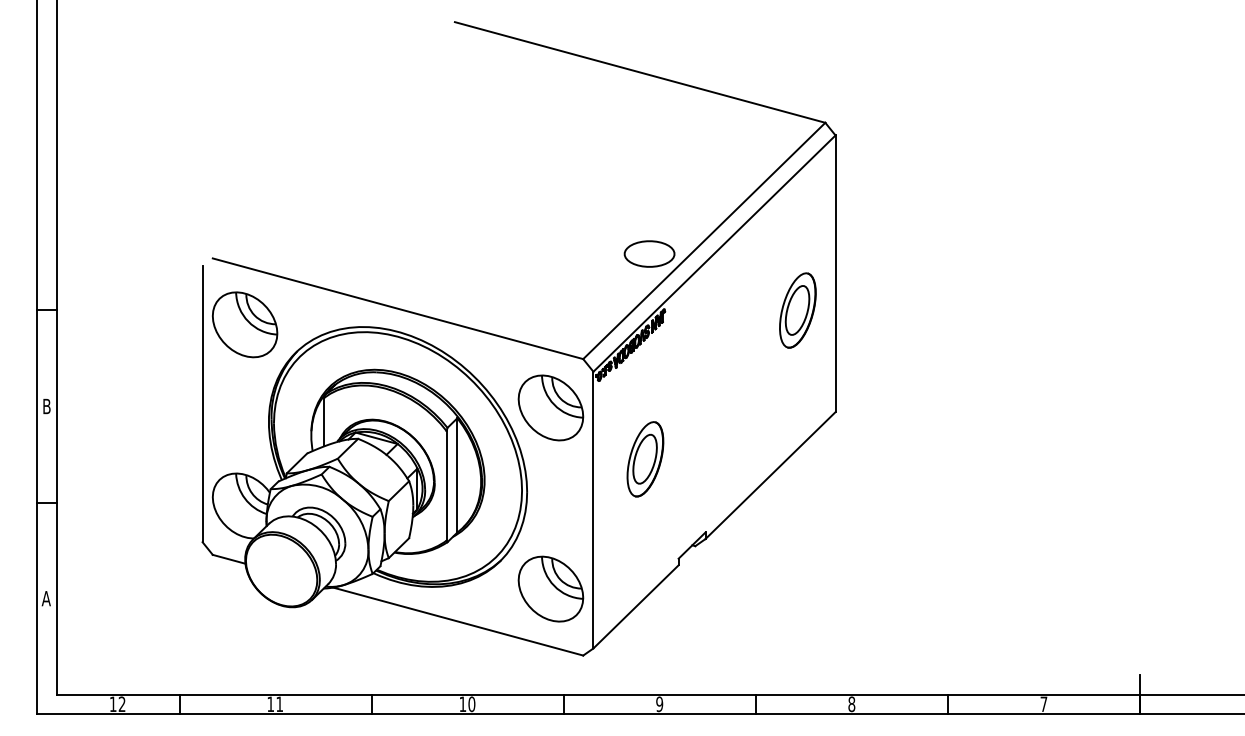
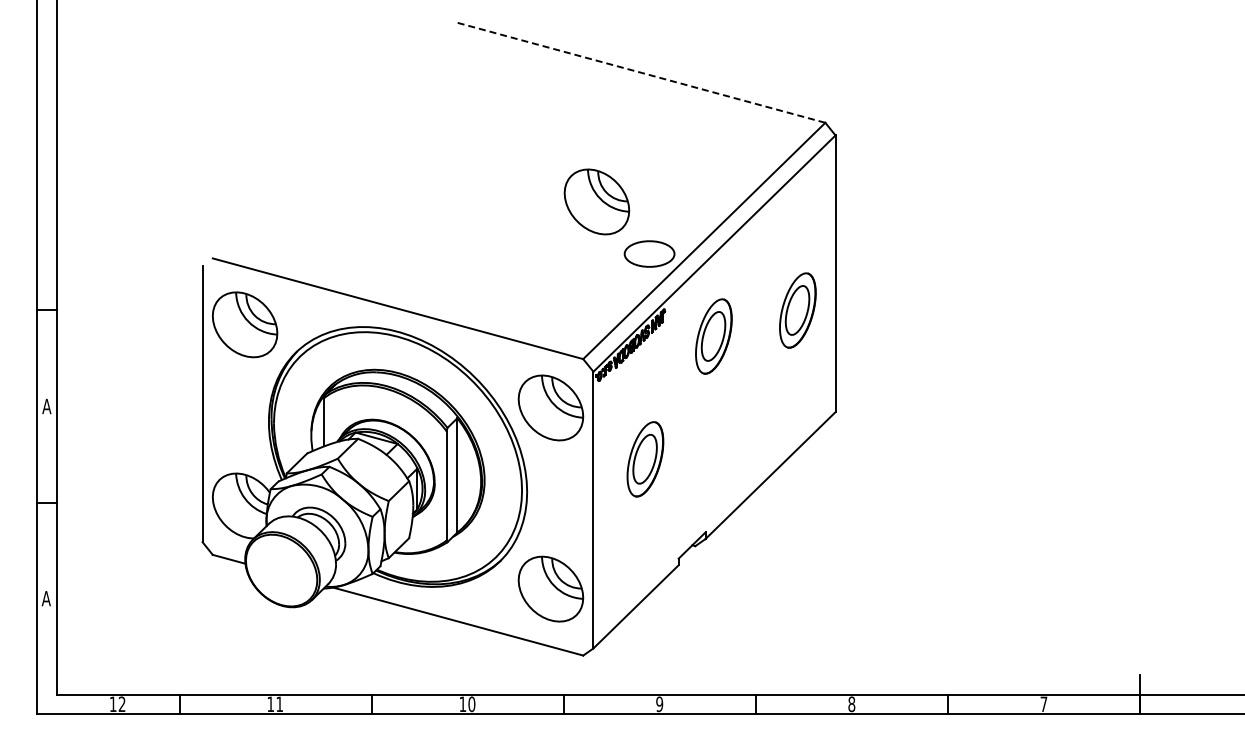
line at (640, 72): solid -> dashed
part at (596, 201): none -> present
part at (713, 336): none -> present
text at (46, 406): B -> A
